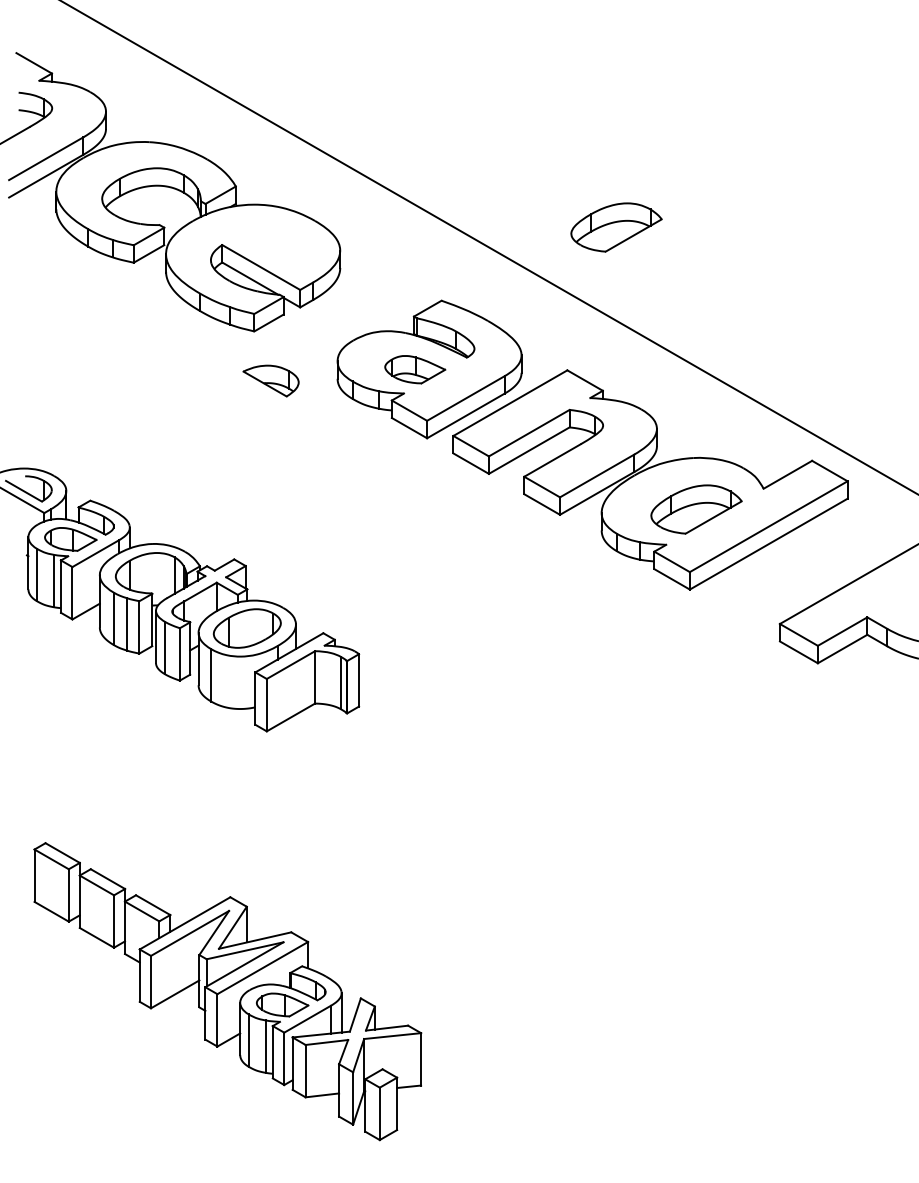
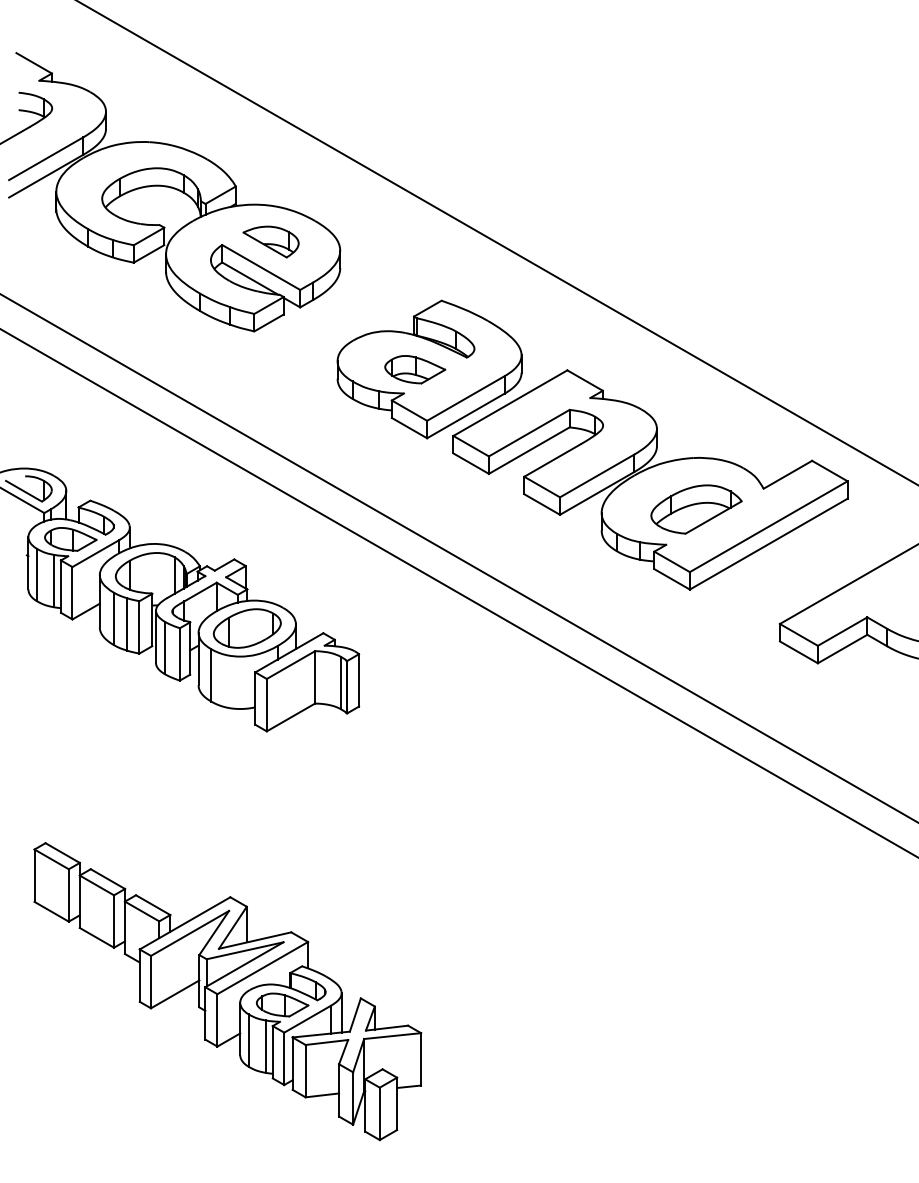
part at (616, 227): present -> none
line at (489, 247) position: (489, 247) -> (497, 242)
part at (270, 380) position: (270, 380) -> (270, 241)
line at (458, 558): none -> present
line at (458, 593): none -> present
